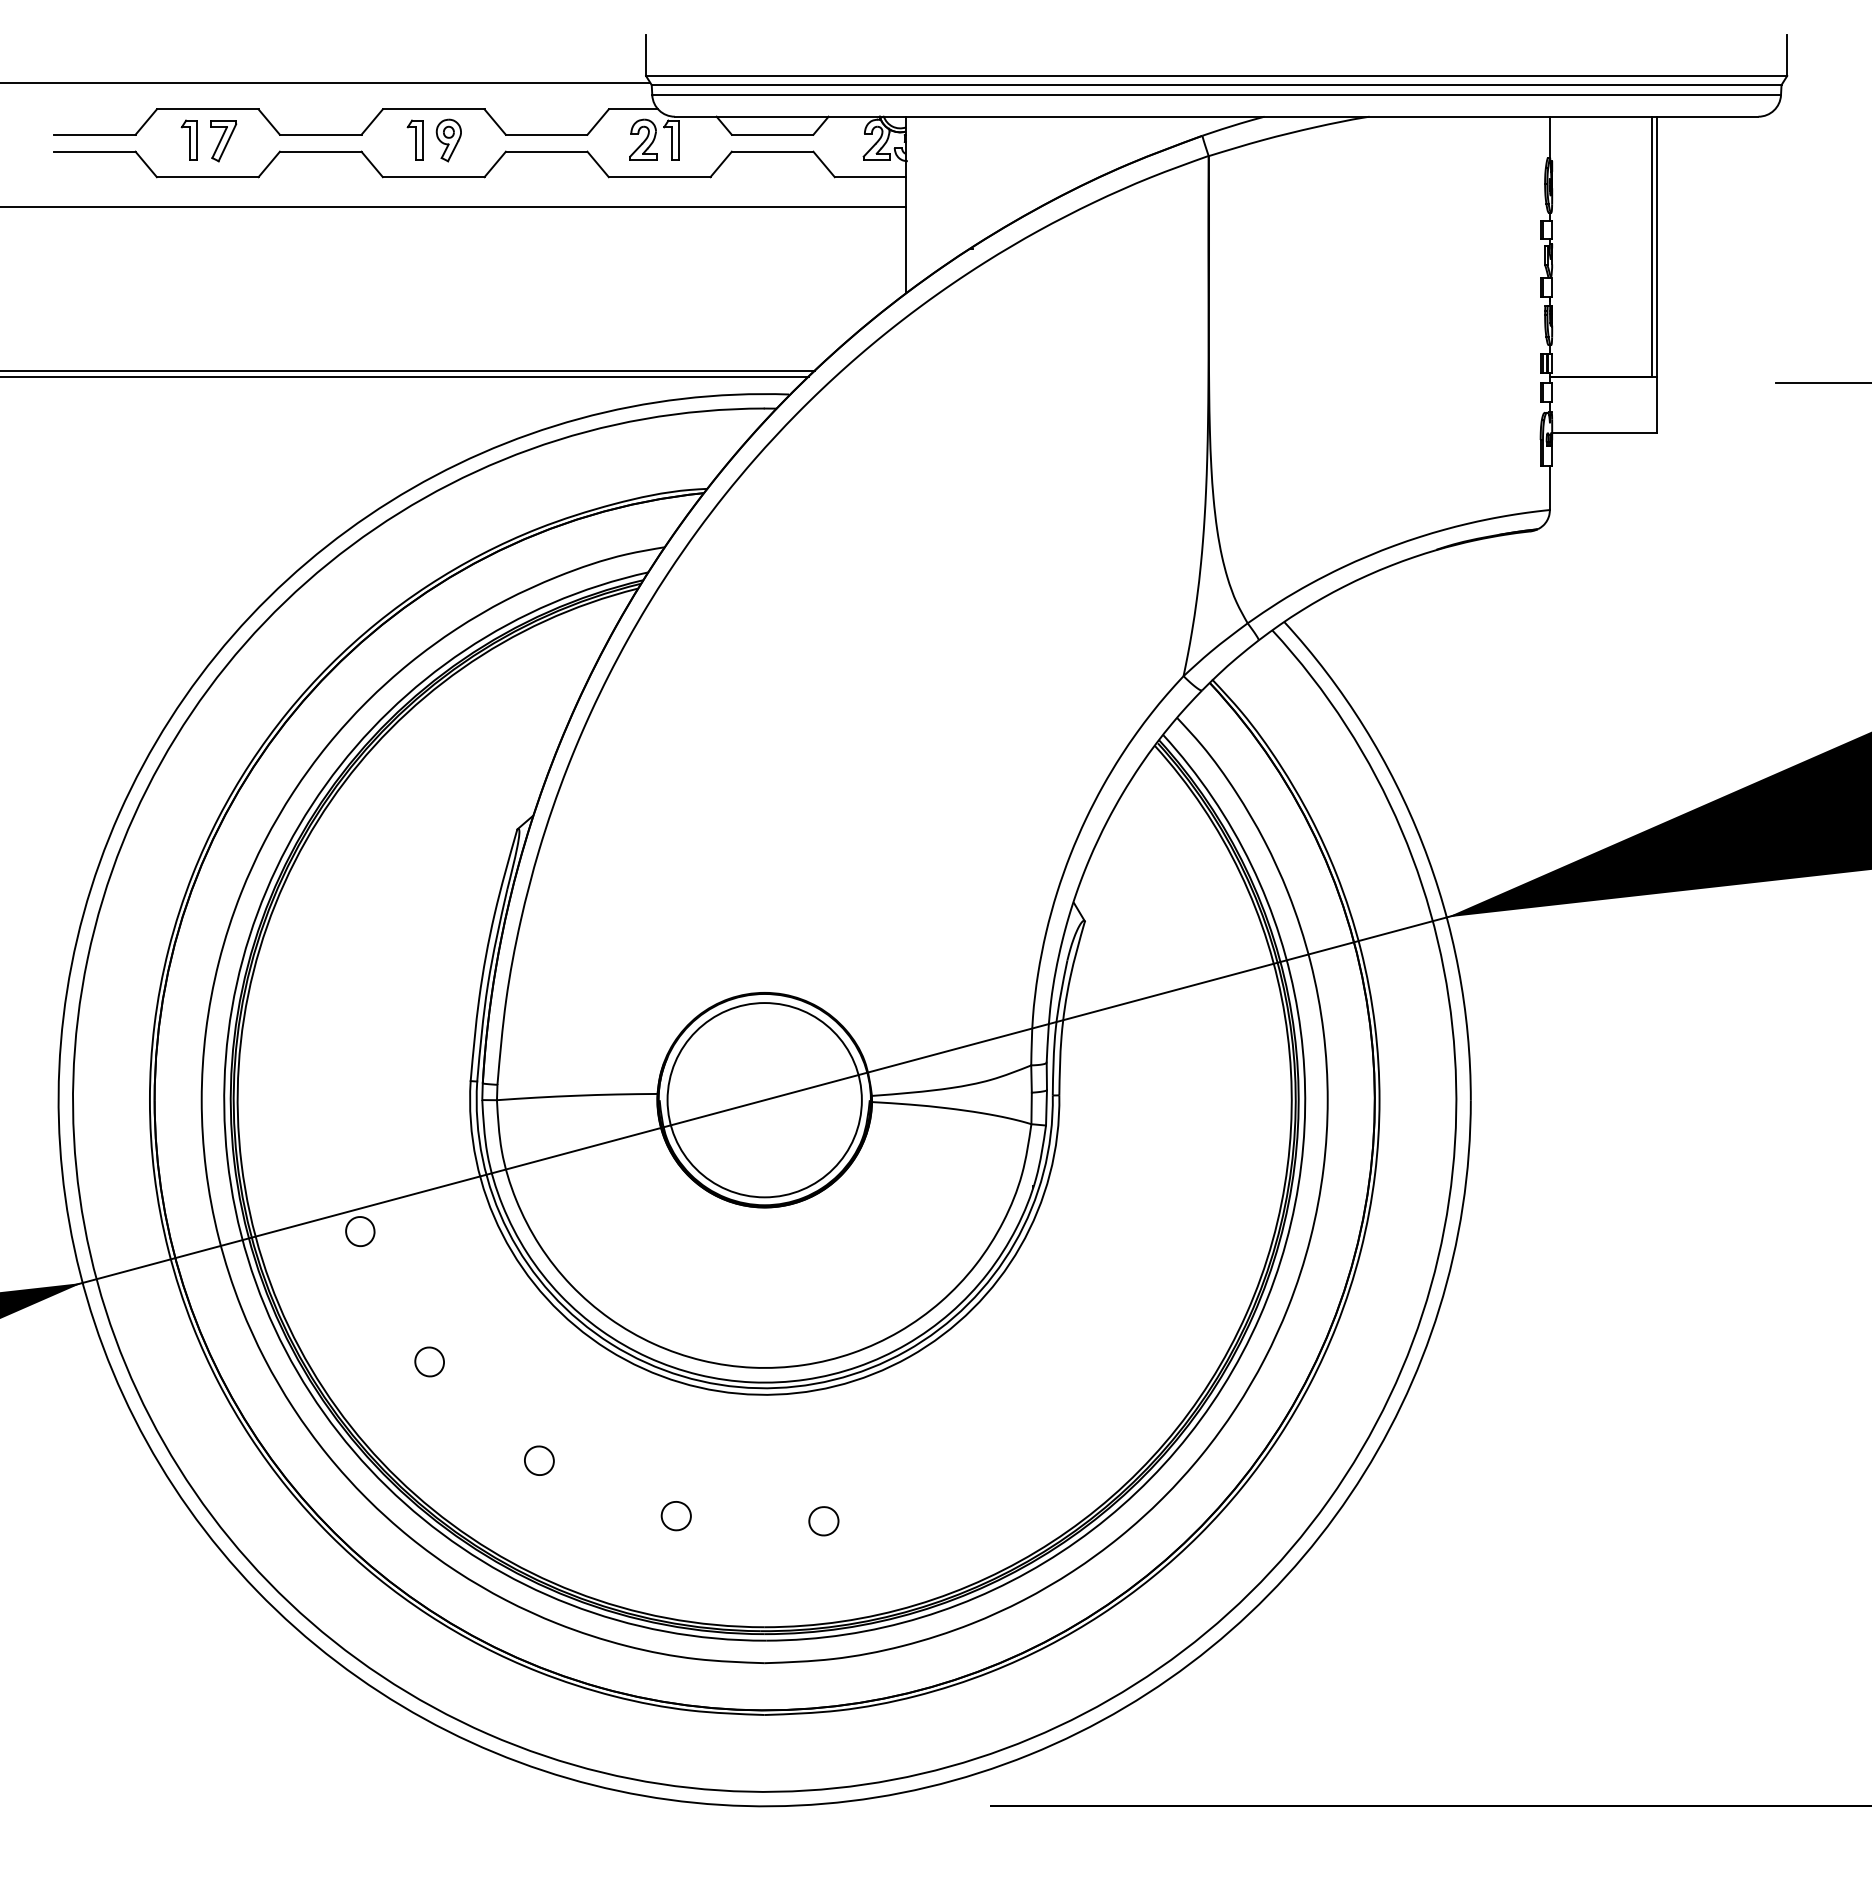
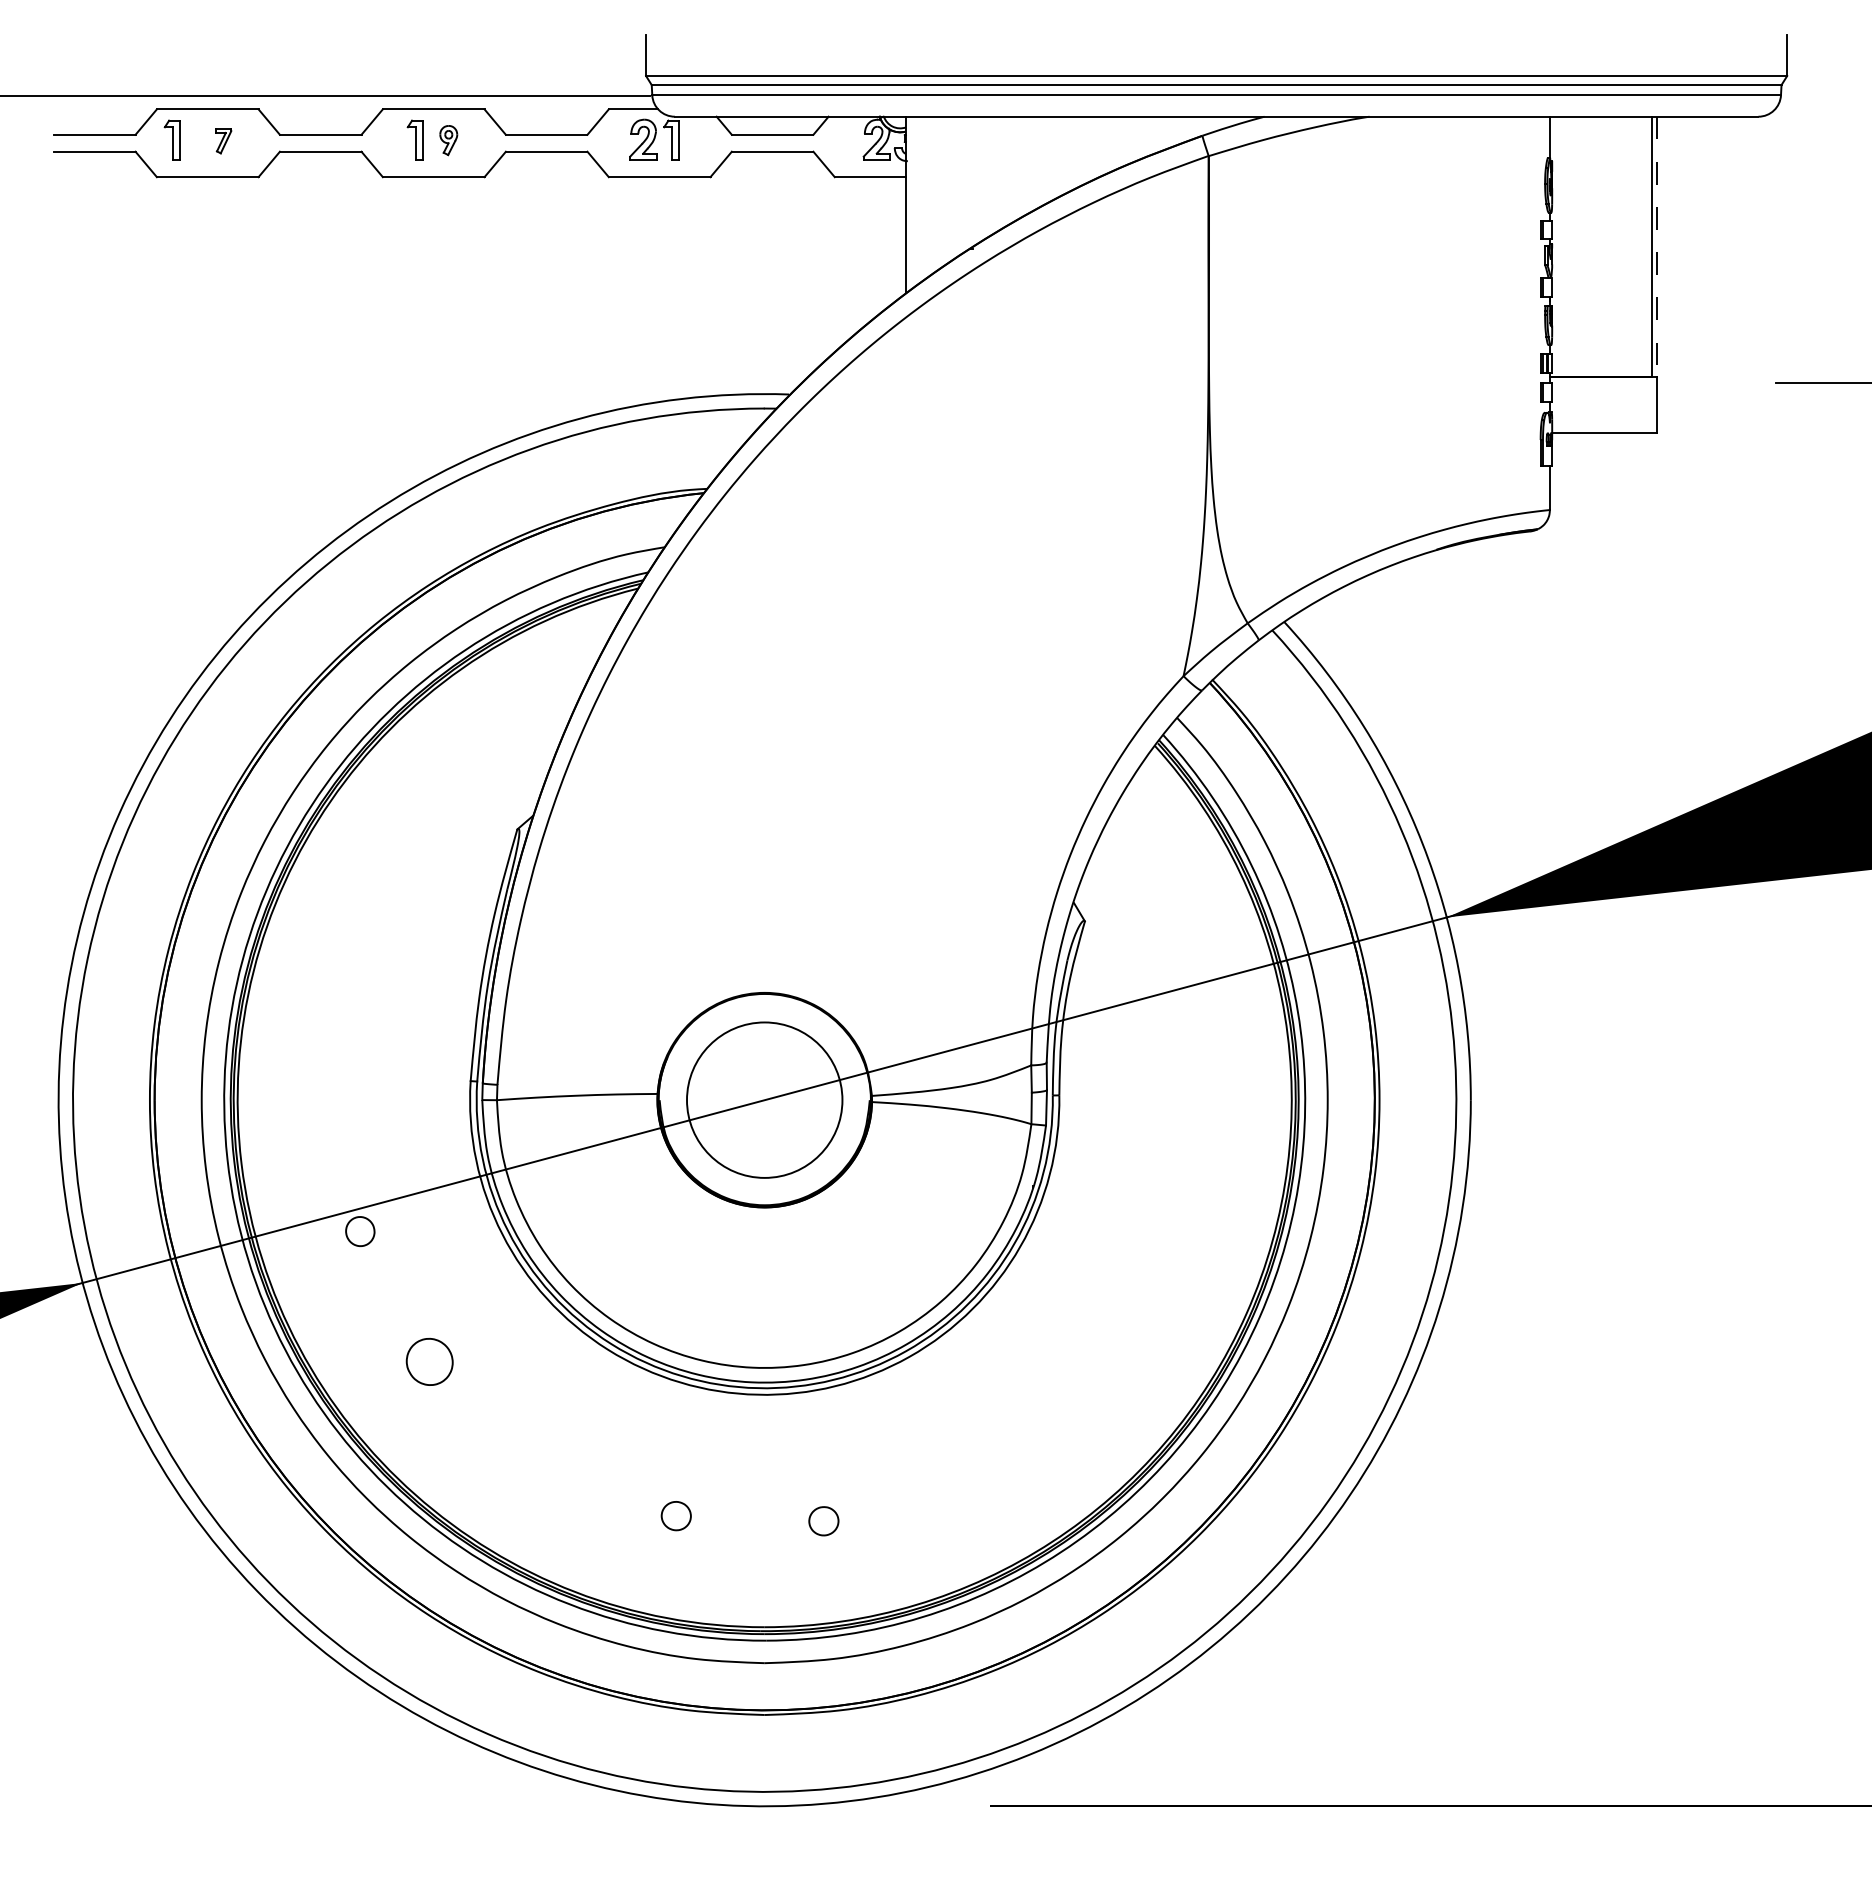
line at (326, 82) position: (326, 82) -> (326, 95)
part at (188, 139) position: (188, 139) -> (171, 139)
part at (448, 140) size: 27x45 px -> 20x32 px
part at (223, 141) size: 28x43 px -> 18x27 px
line at (453, 207): present -> none
line at (1657, 246): solid -> dashed
line at (408, 370): present -> none
line at (405, 376): present -> none
circle at (764, 1100) diameter: 194 px -> 155 px
part at (429, 1361) size: 31x32 px -> 49x49 px
part at (539, 1460): present -> none
